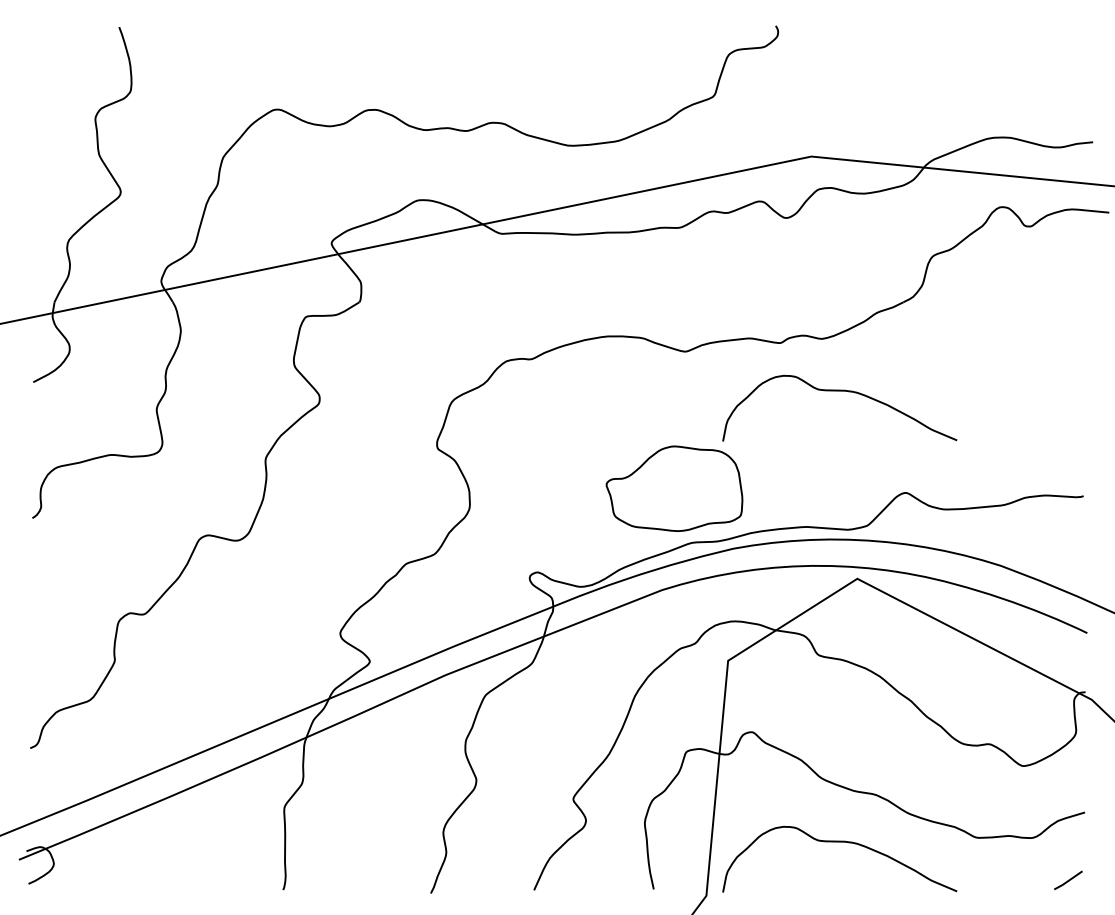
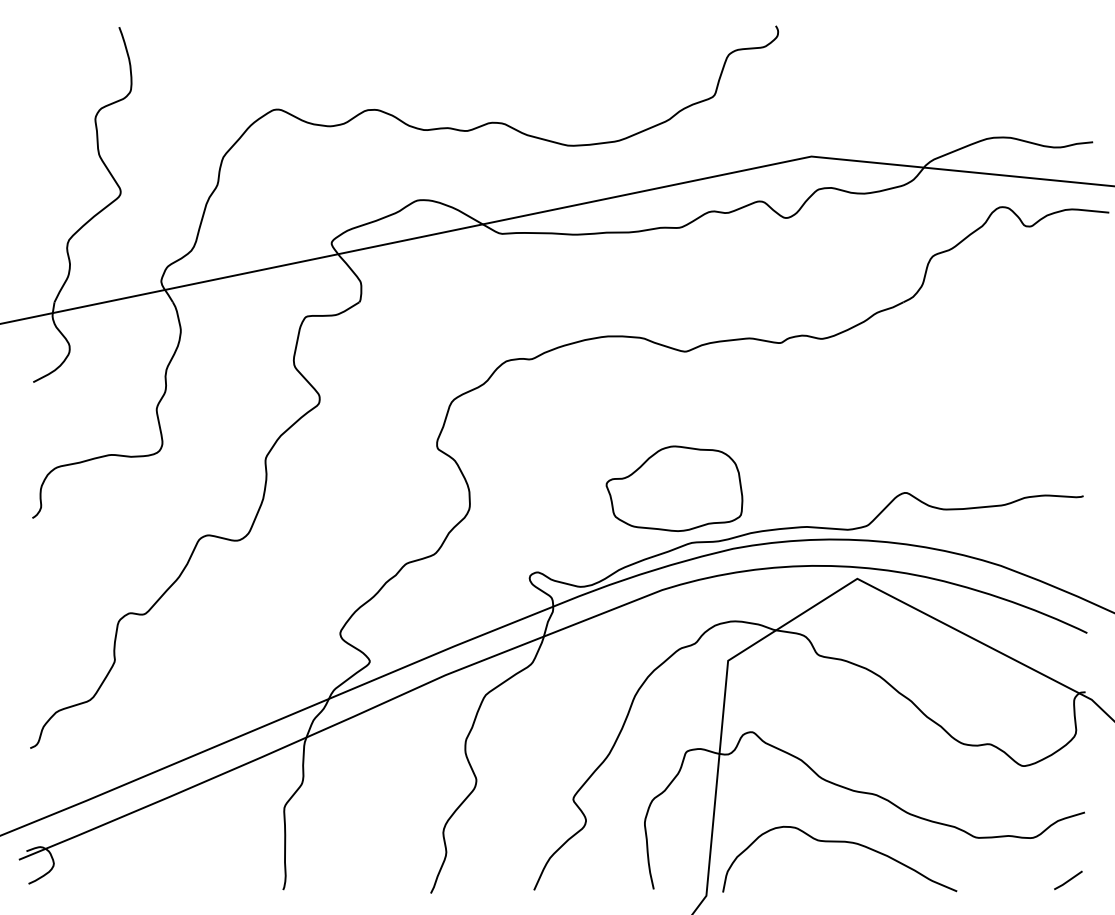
curve at (839, 391): present -> none
